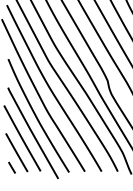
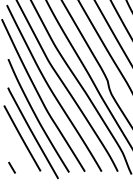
line at (16, 152): present -> none
